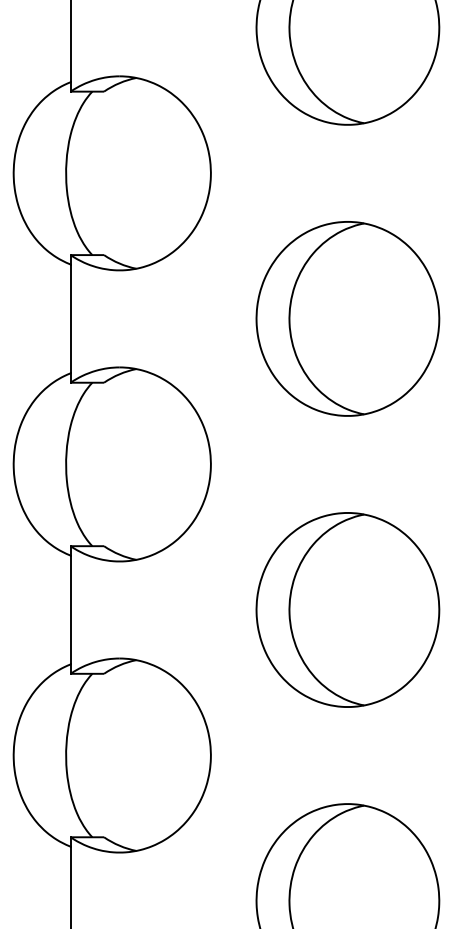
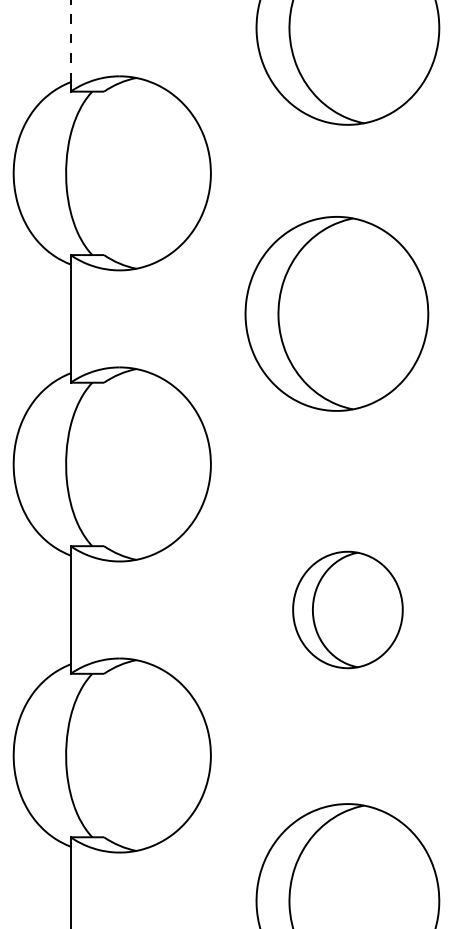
line at (70, 41): solid -> dashed
part at (347, 318) position: (347, 318) -> (336, 313)
part at (347, 609) size: 186x196 px -> 112x120 px
